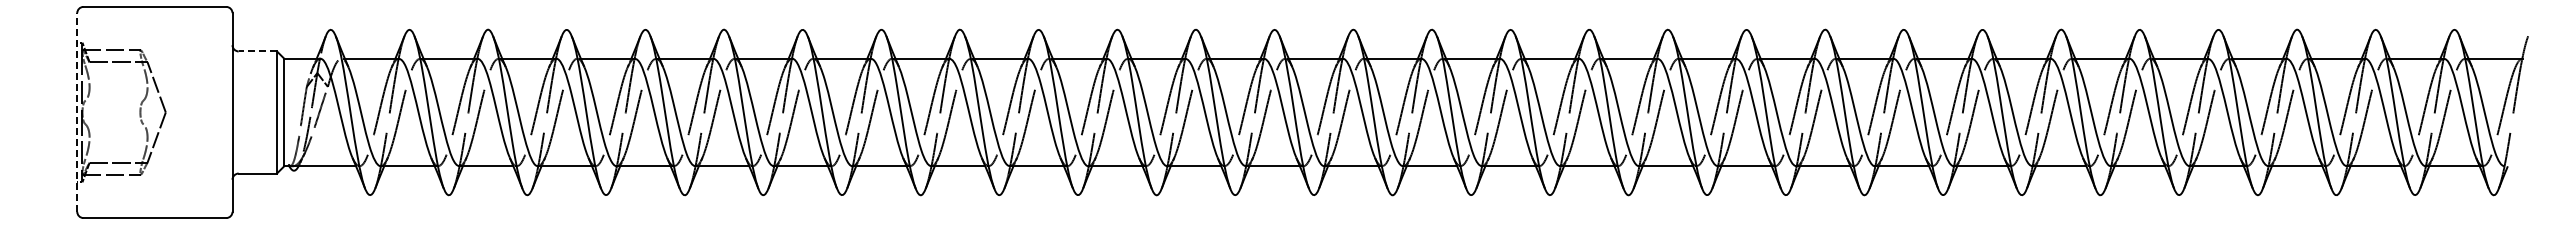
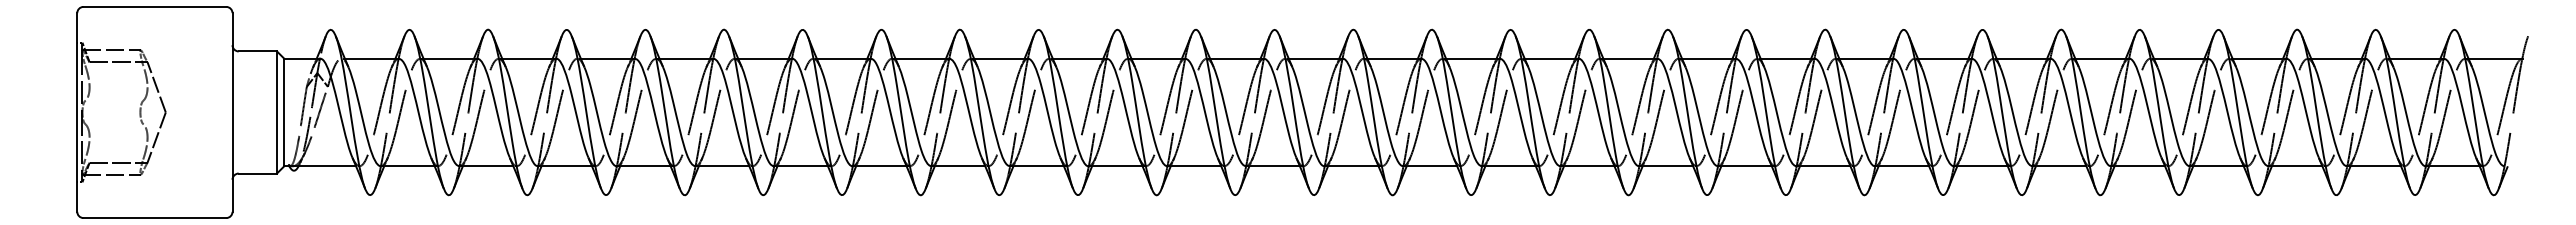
line at (257, 51): dashed -> solid
line at (77, 112): dashed -> solid
